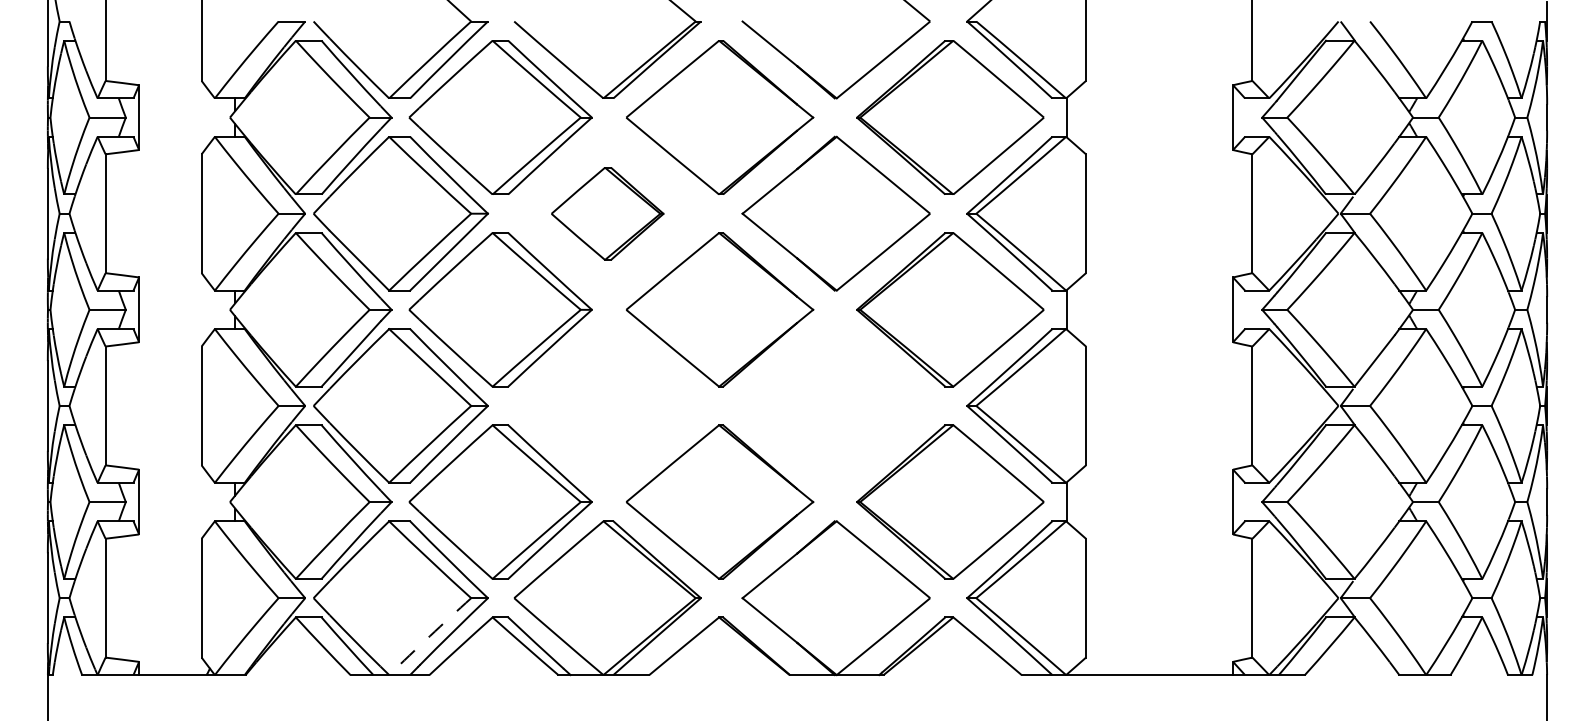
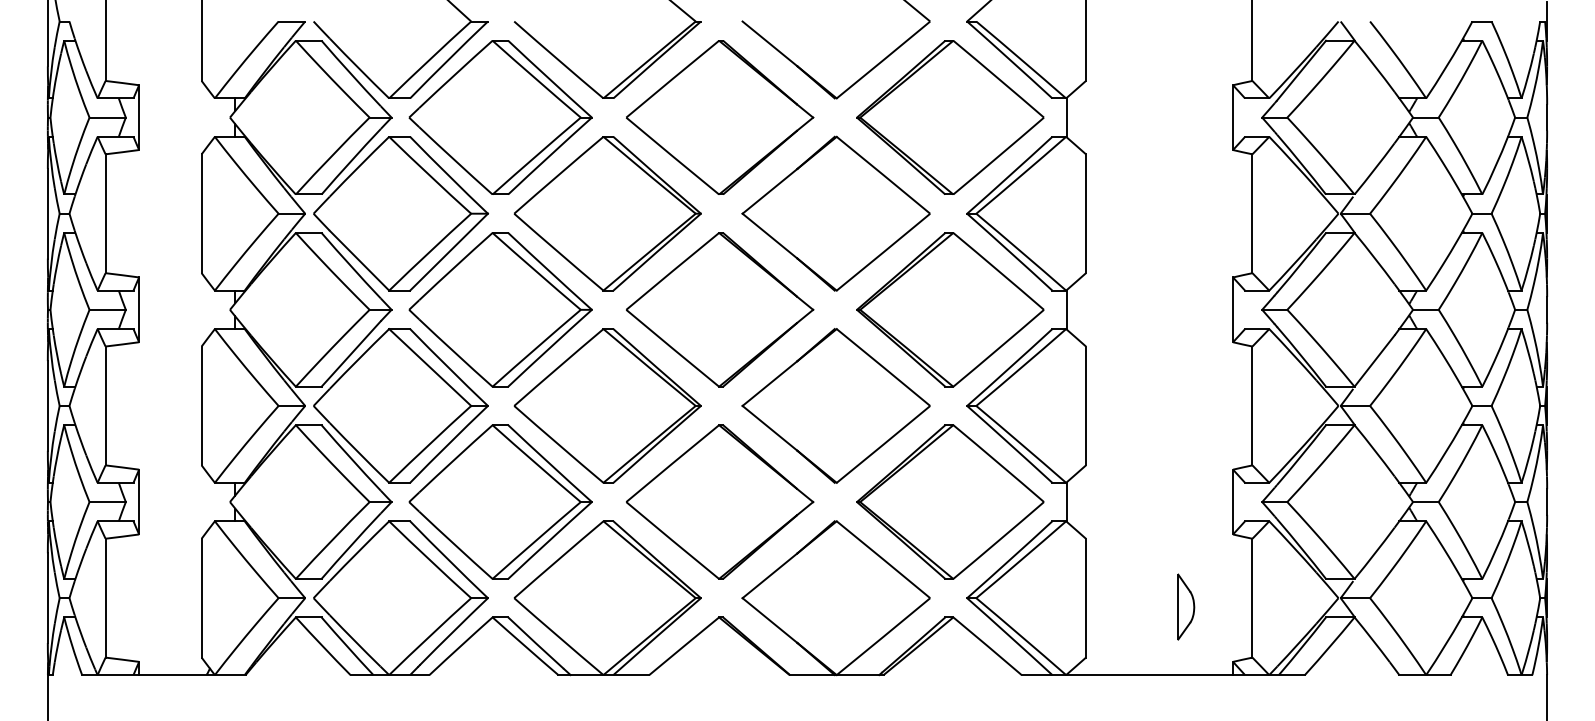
part at (607, 213) size: 114x94 px -> 189x156 px
part at (607, 405): none -> present
part at (835, 405): none -> present
part at (1186, 606): none -> present
arc at (429, 636): dashed -> solid
